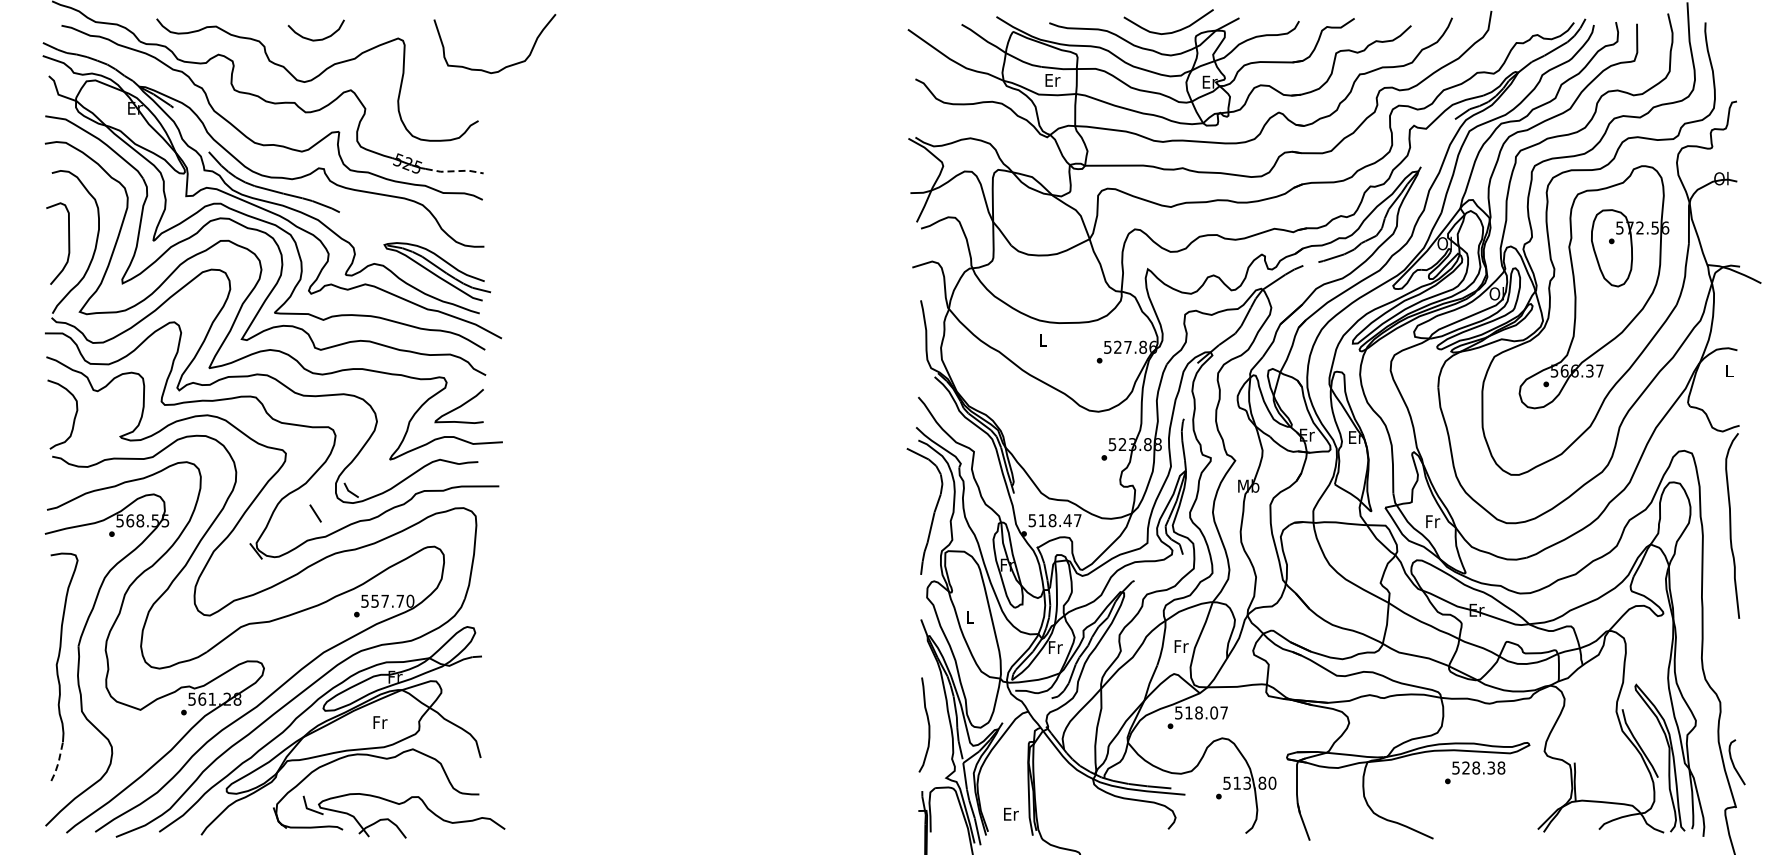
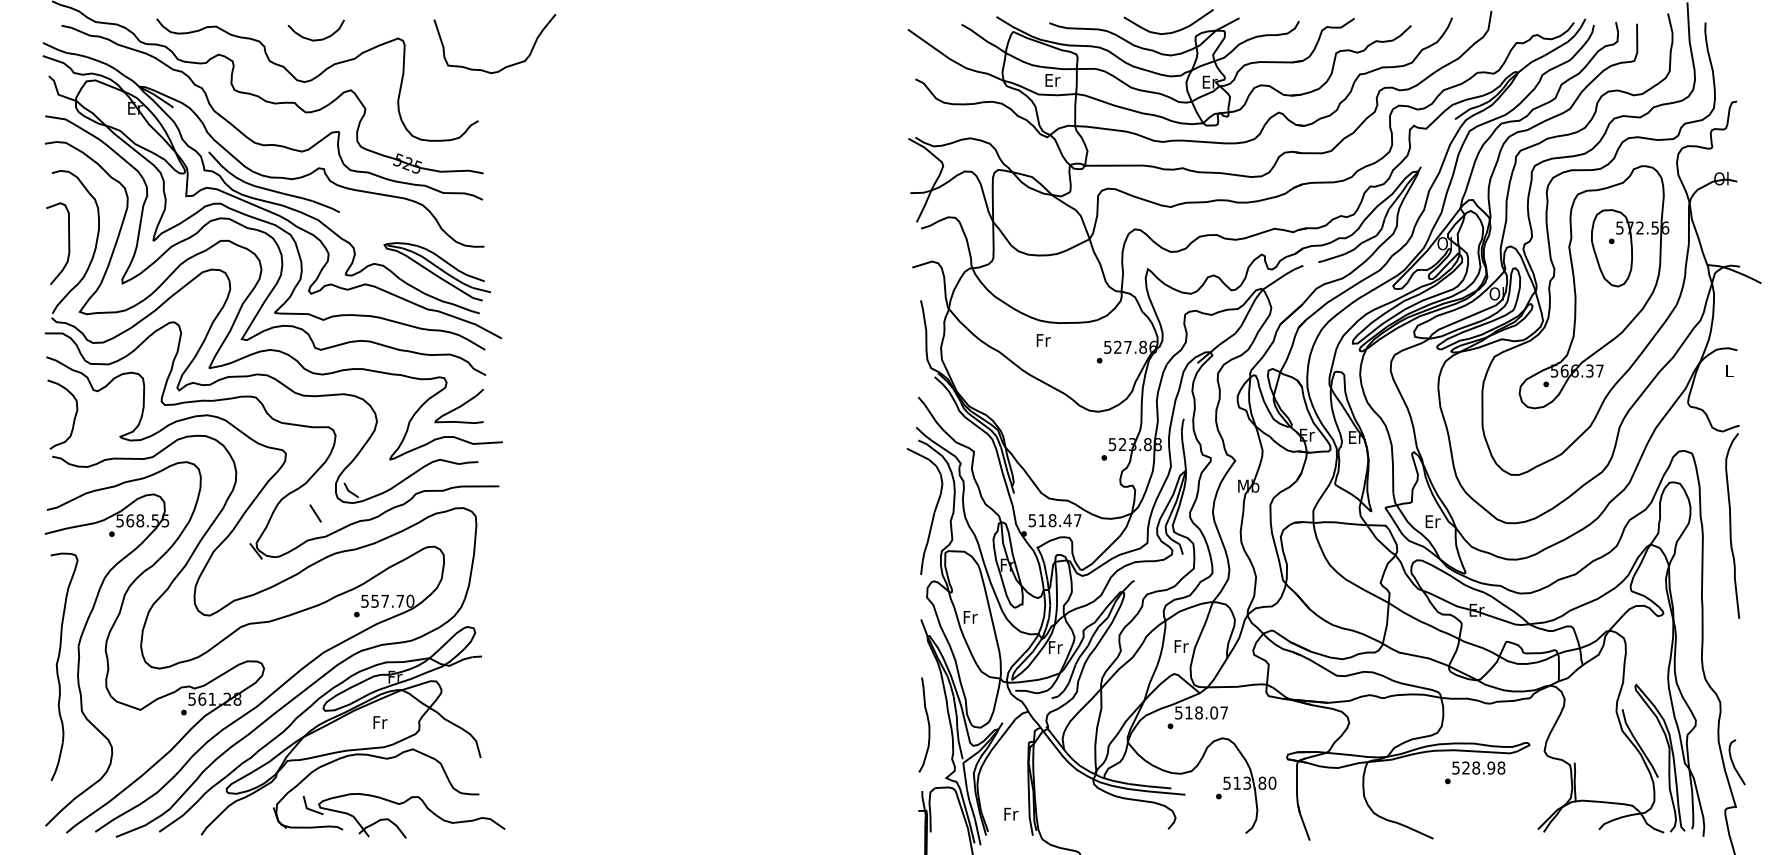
line at (454, 171): dashed -> solid
text at (1043, 340): L -> Fr
text at (1432, 521): Fr -> Er
text at (970, 617): L -> Fr
line at (58, 762): dashed -> solid
text at (1491, 767): 528.38 -> 528.98
text at (1011, 814): Er -> Fr
